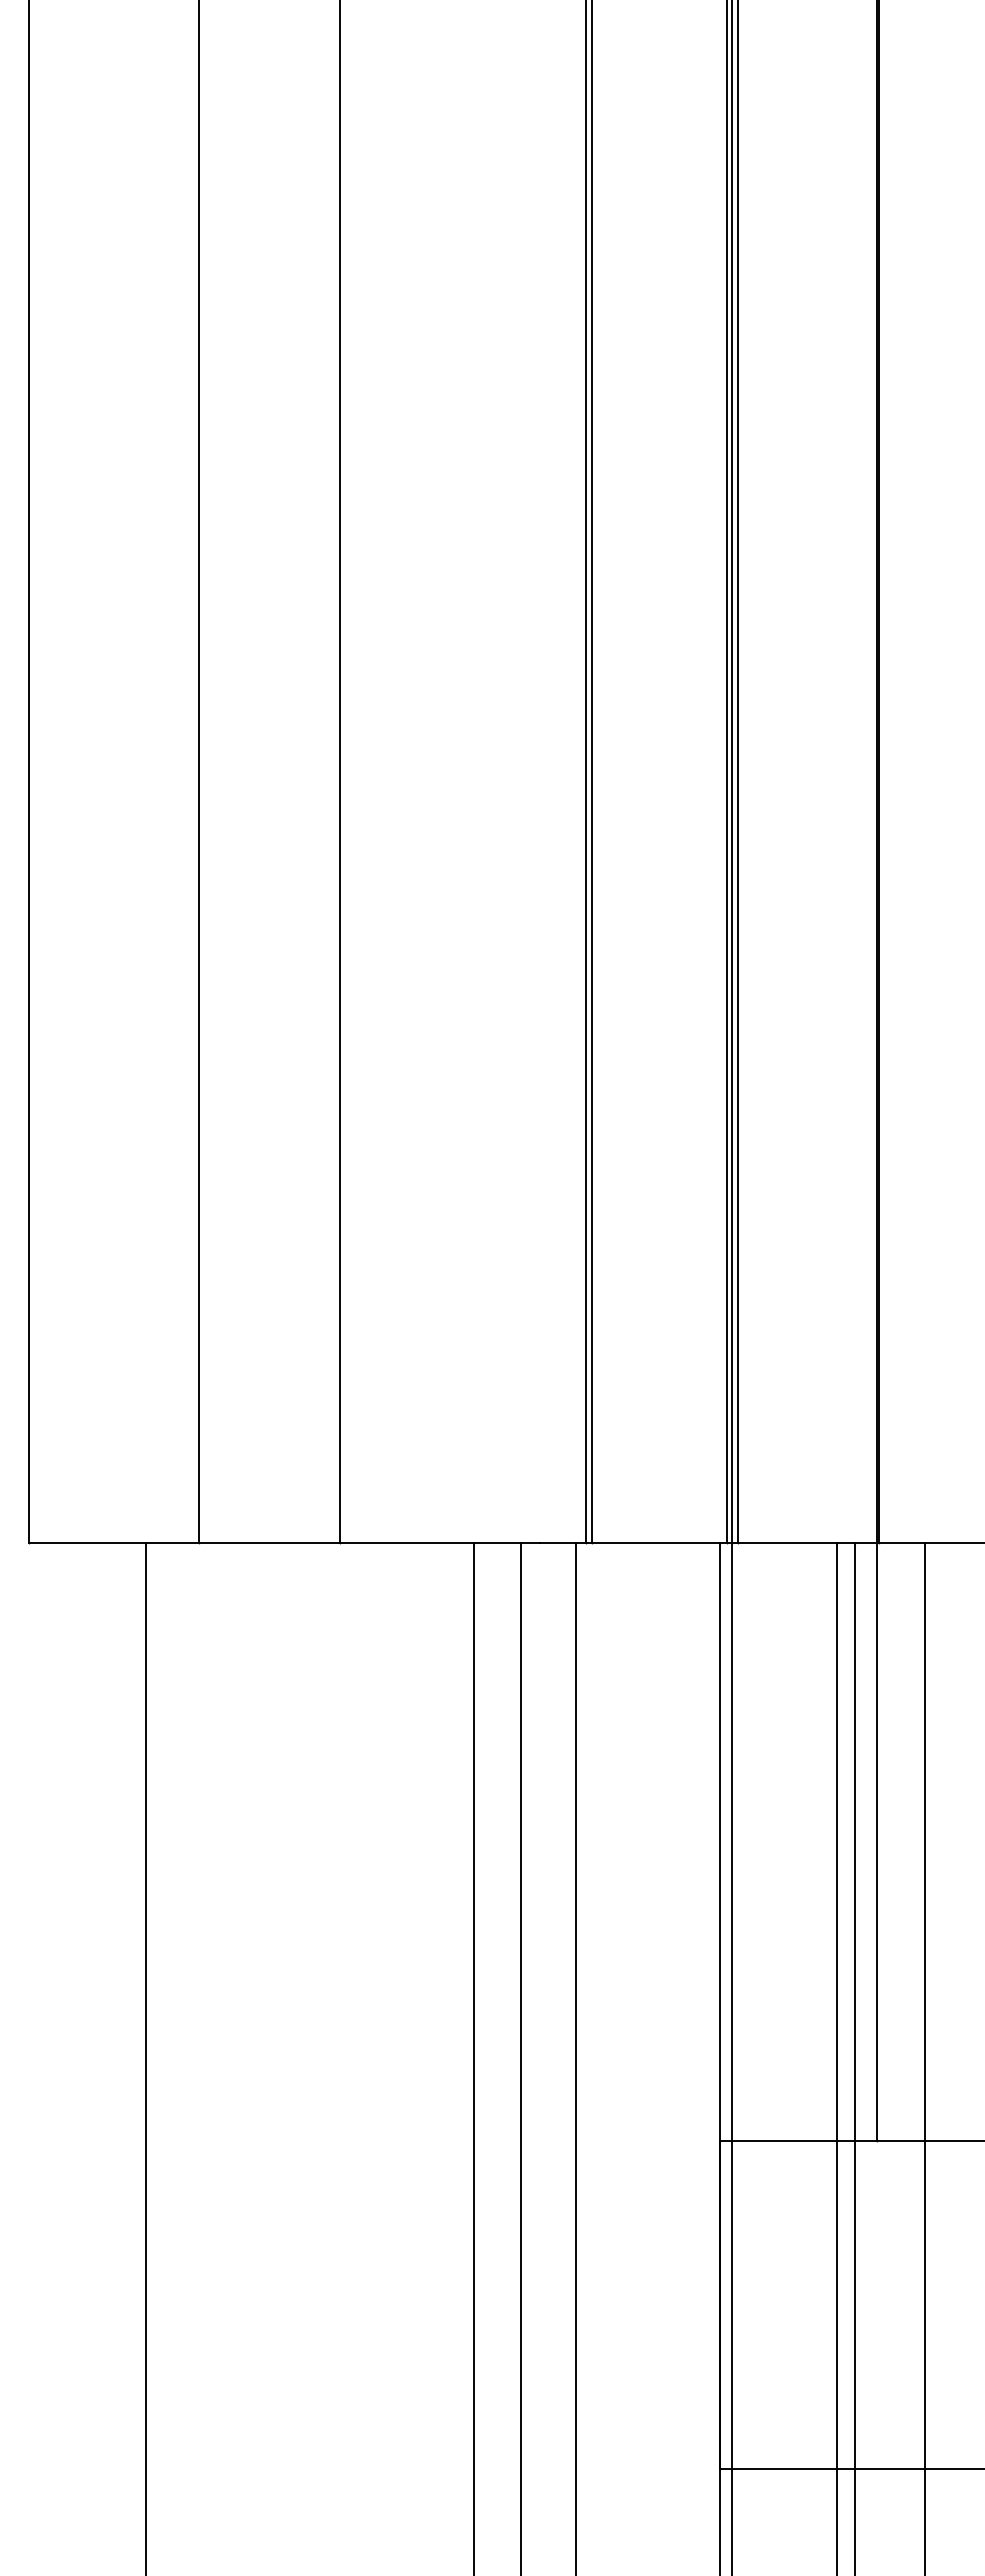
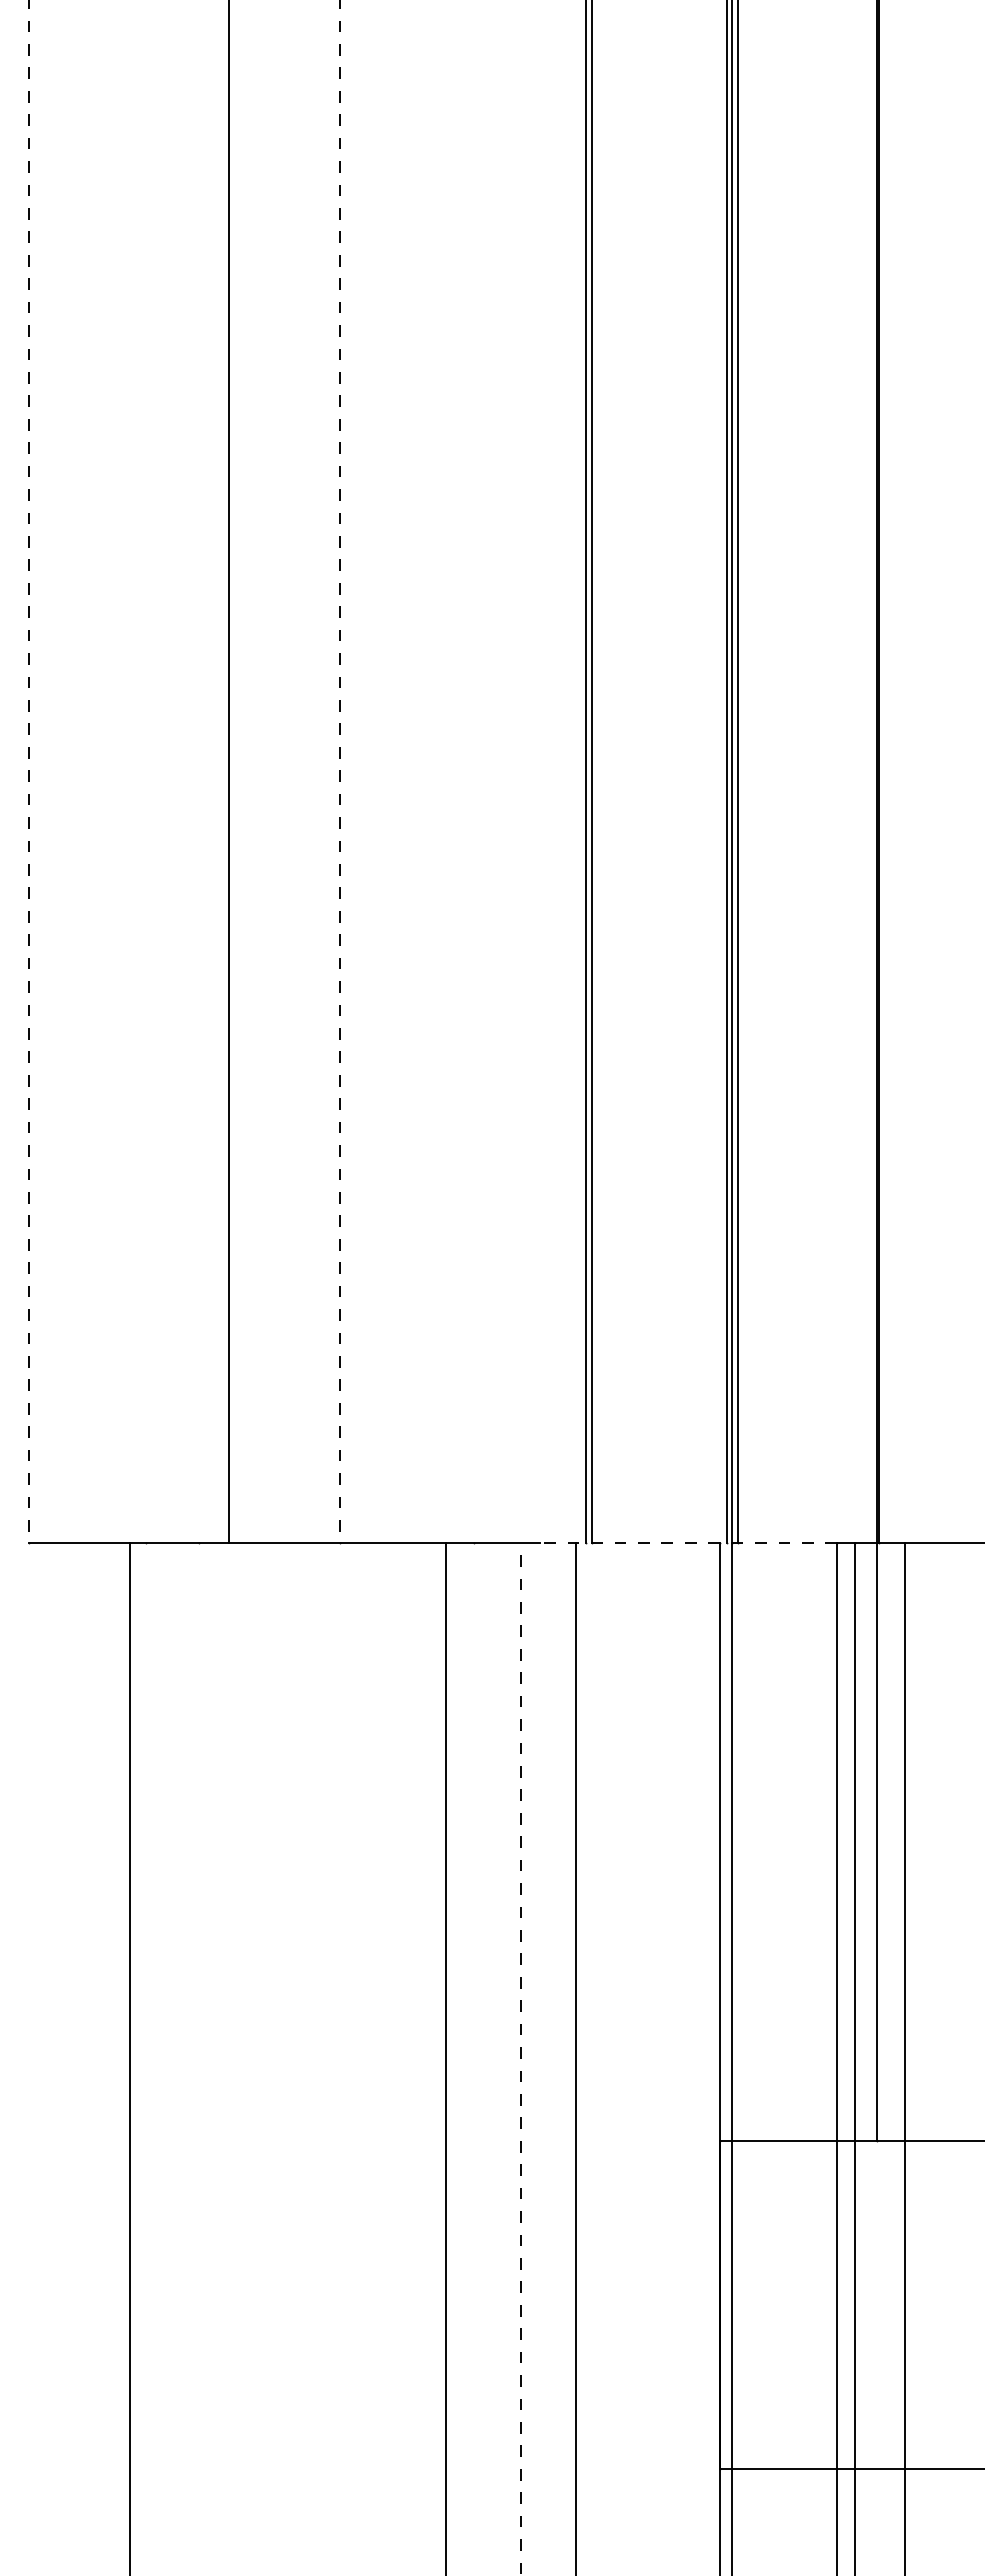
line at (29, 772): solid -> dashed
line at (199, 772) position: (199, 772) -> (229, 772)
line at (340, 772): solid -> dashed
line at (688, 1543): solid -> dashed
line at (146, 2057) position: (146, 2057) -> (130, 2057)
line at (474, 2057) position: (474, 2057) -> (446, 2057)
line at (925, 2057) position: (925, 2057) -> (905, 2057)
line at (520, 2059): solid -> dashed
